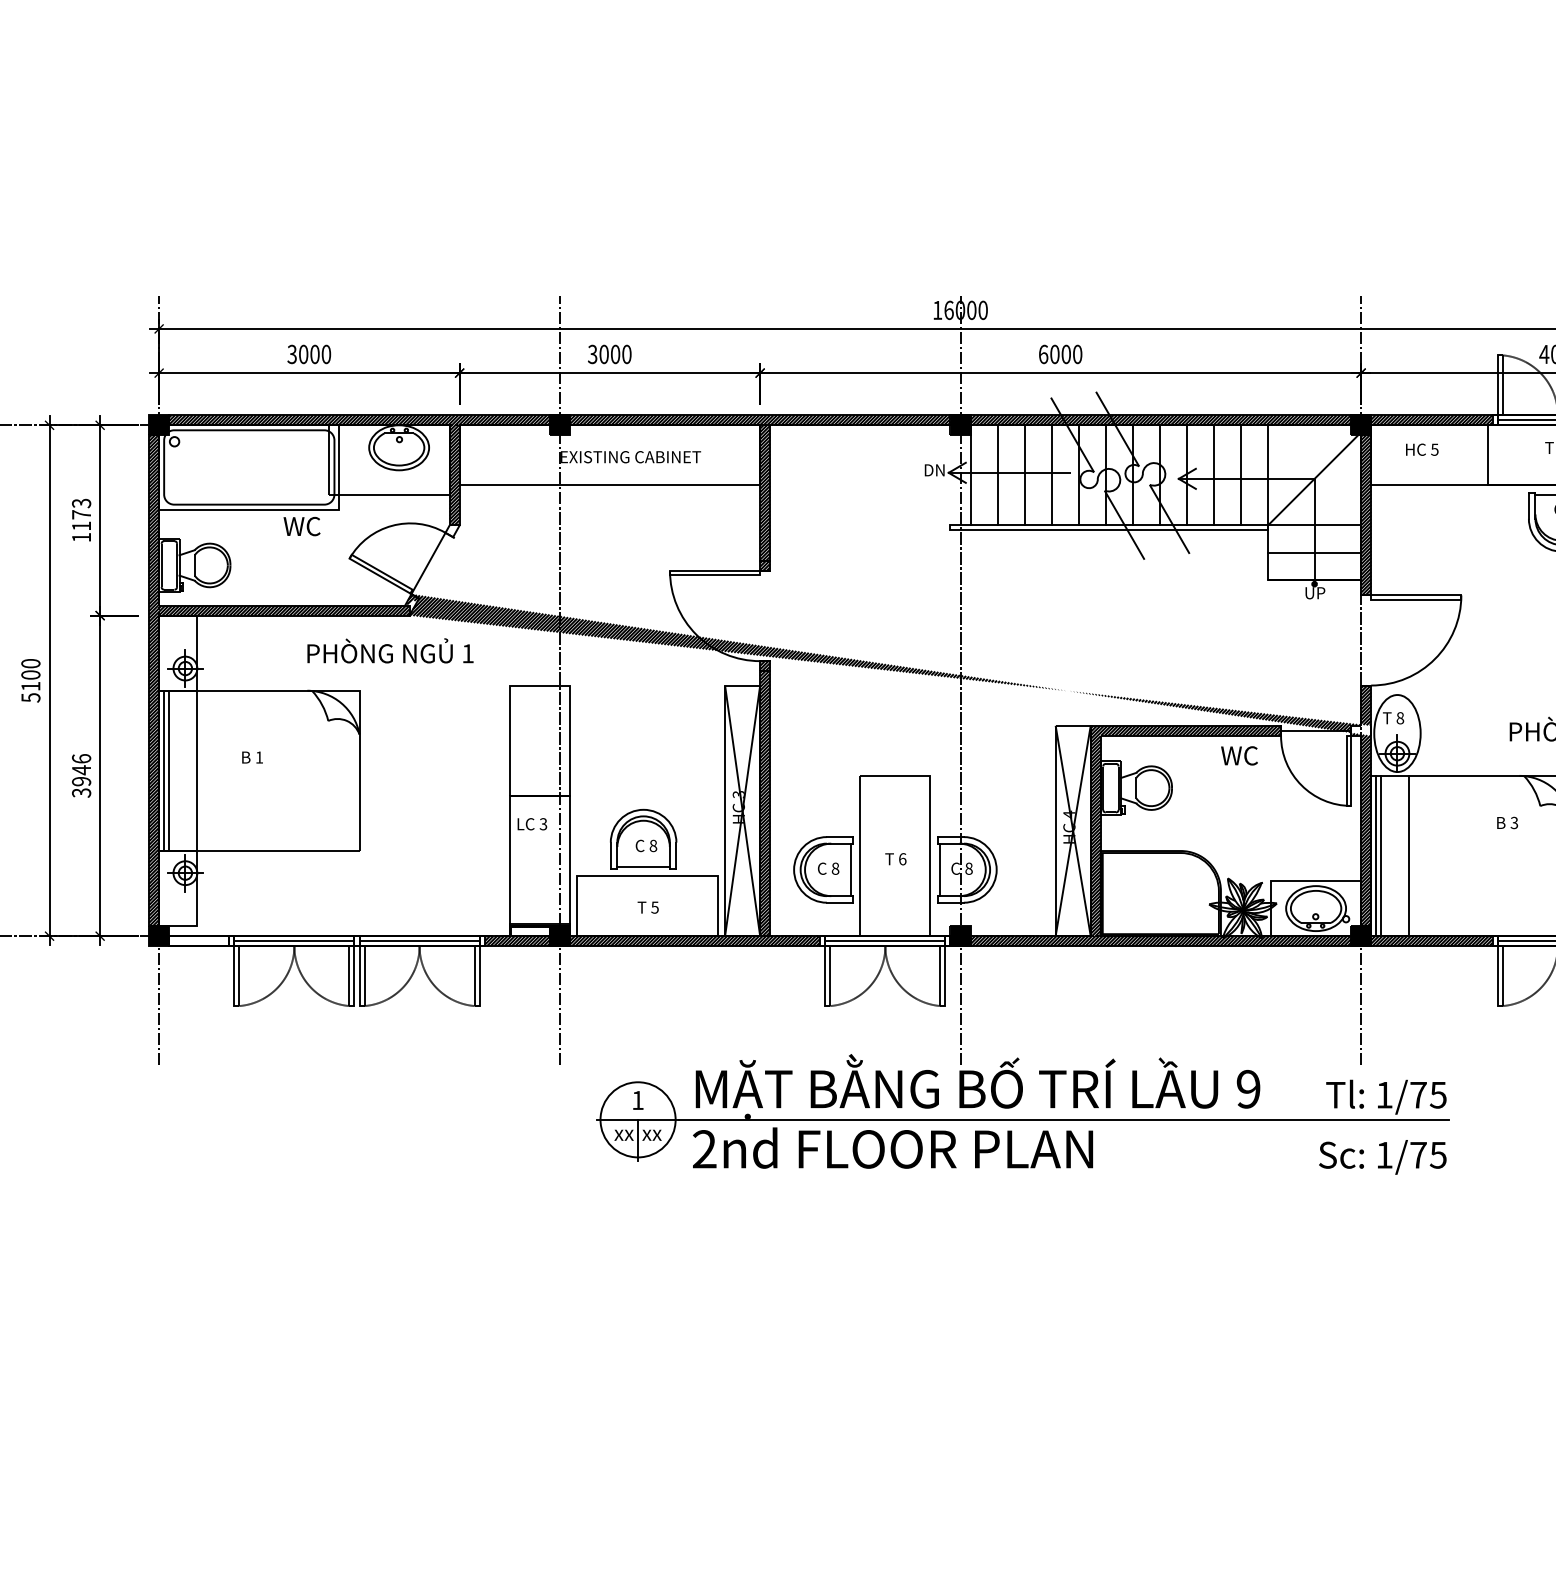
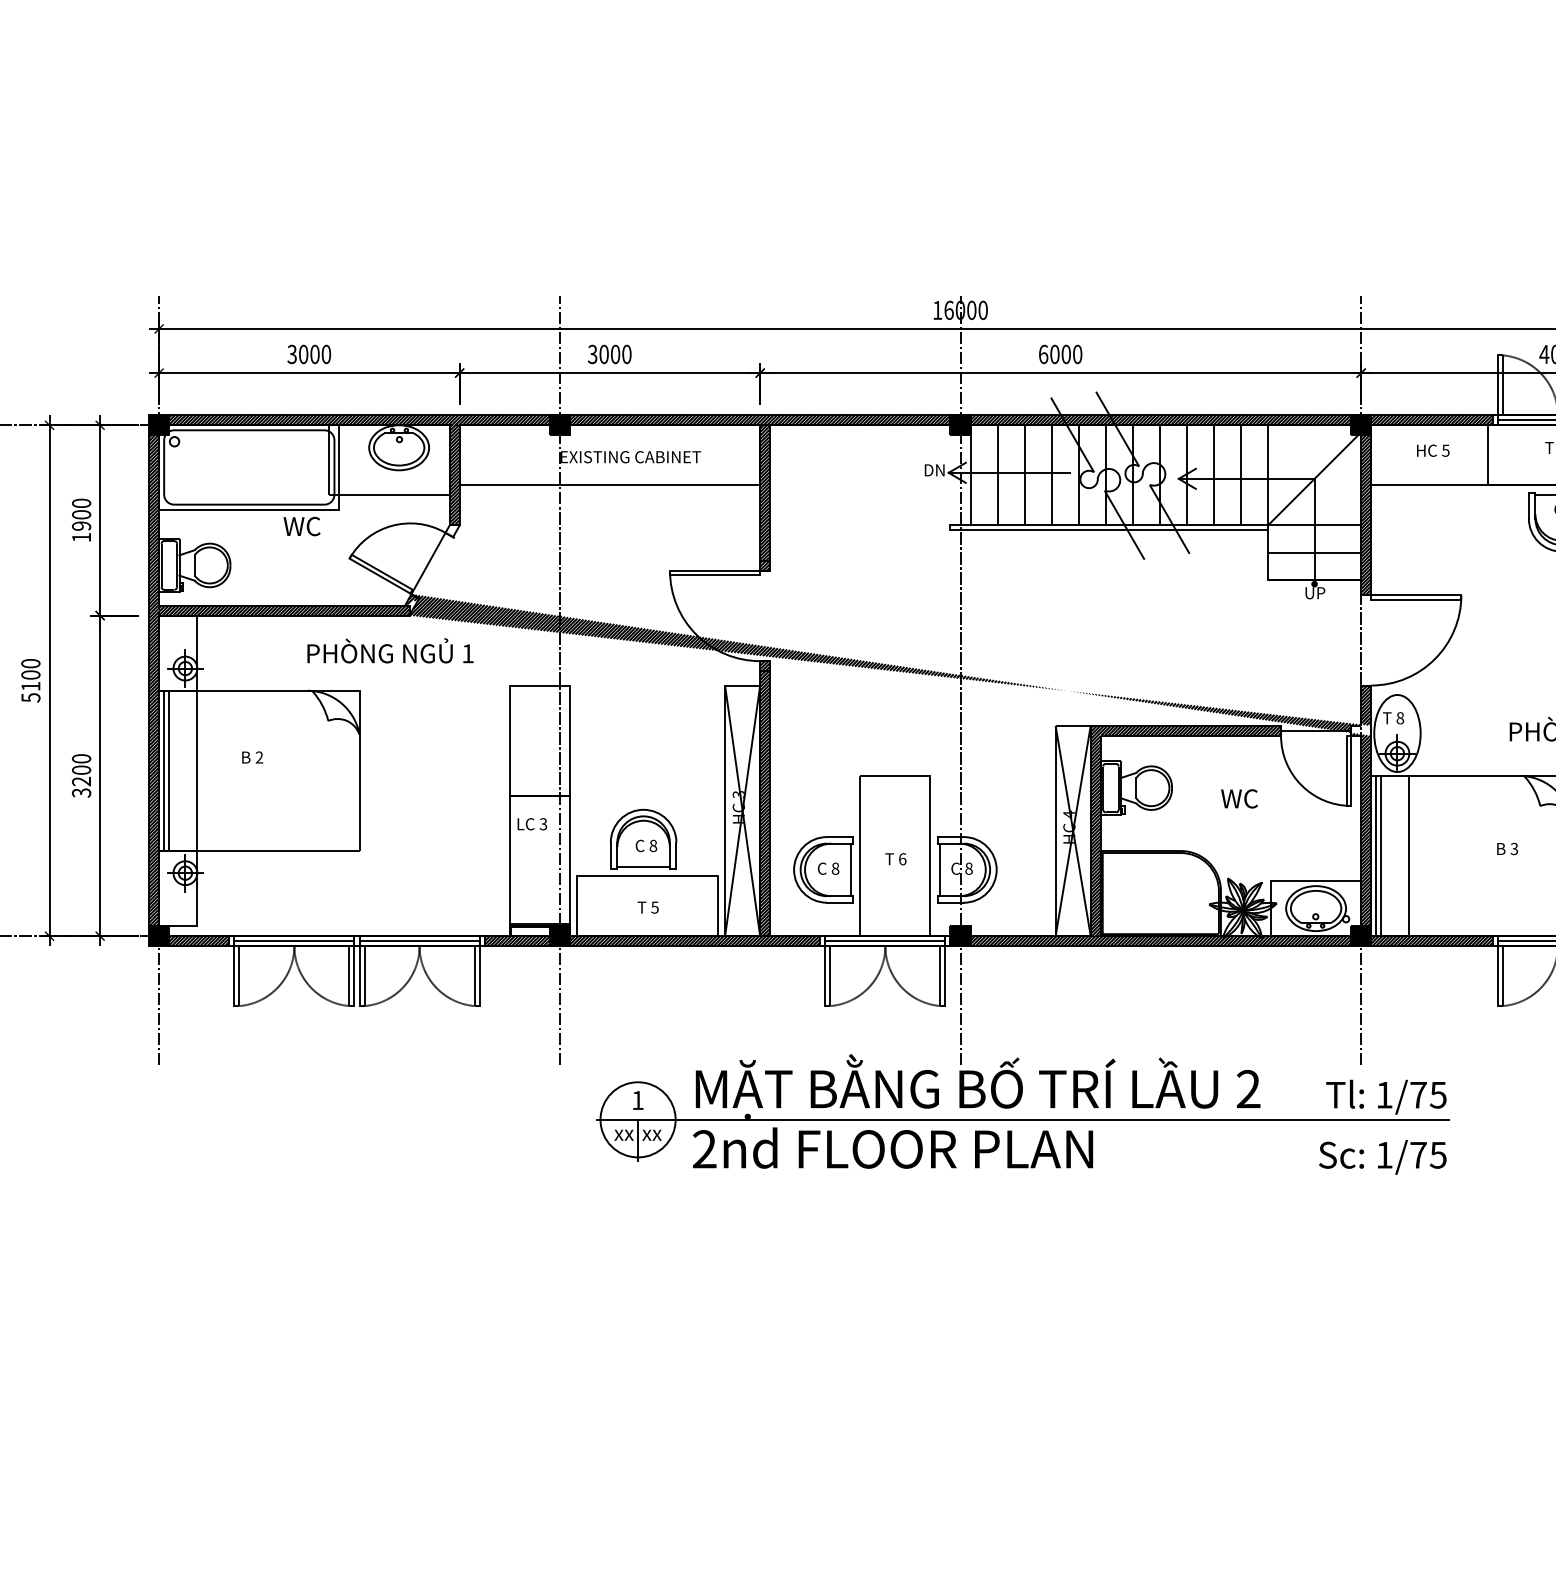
text at (1422, 449) position: (1422, 449) -> (1433, 450)
text at (81, 514): 1173 -> 1900
text at (1239, 755) position: (1239, 755) -> (1239, 798)
text at (259, 757): 1 -> 2
text at (81, 770): 3946 -> 3200
text at (1507, 822) position: (1507, 822) -> (1507, 848)
hatch at (199, 941): none -> present
text at (1248, 1089): 9 -> 2
